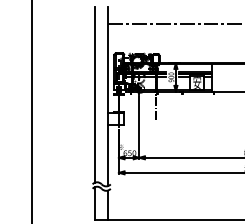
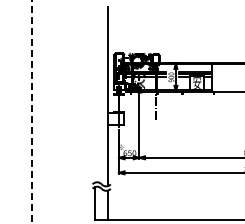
line at (174, 23): present -> none
line at (95, 94): present -> none
line at (32, 112): solid -> dashed
